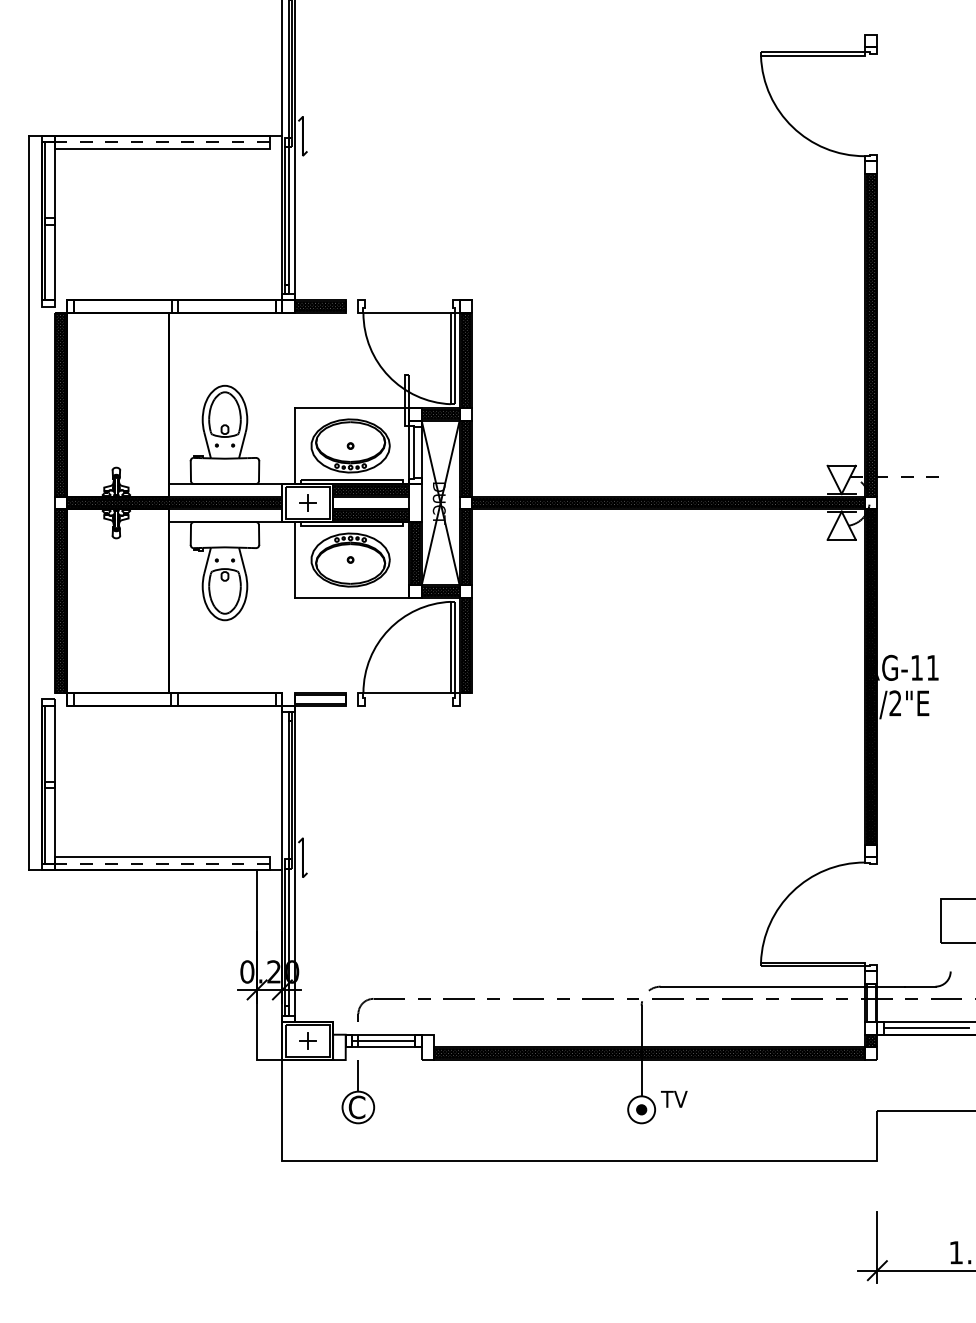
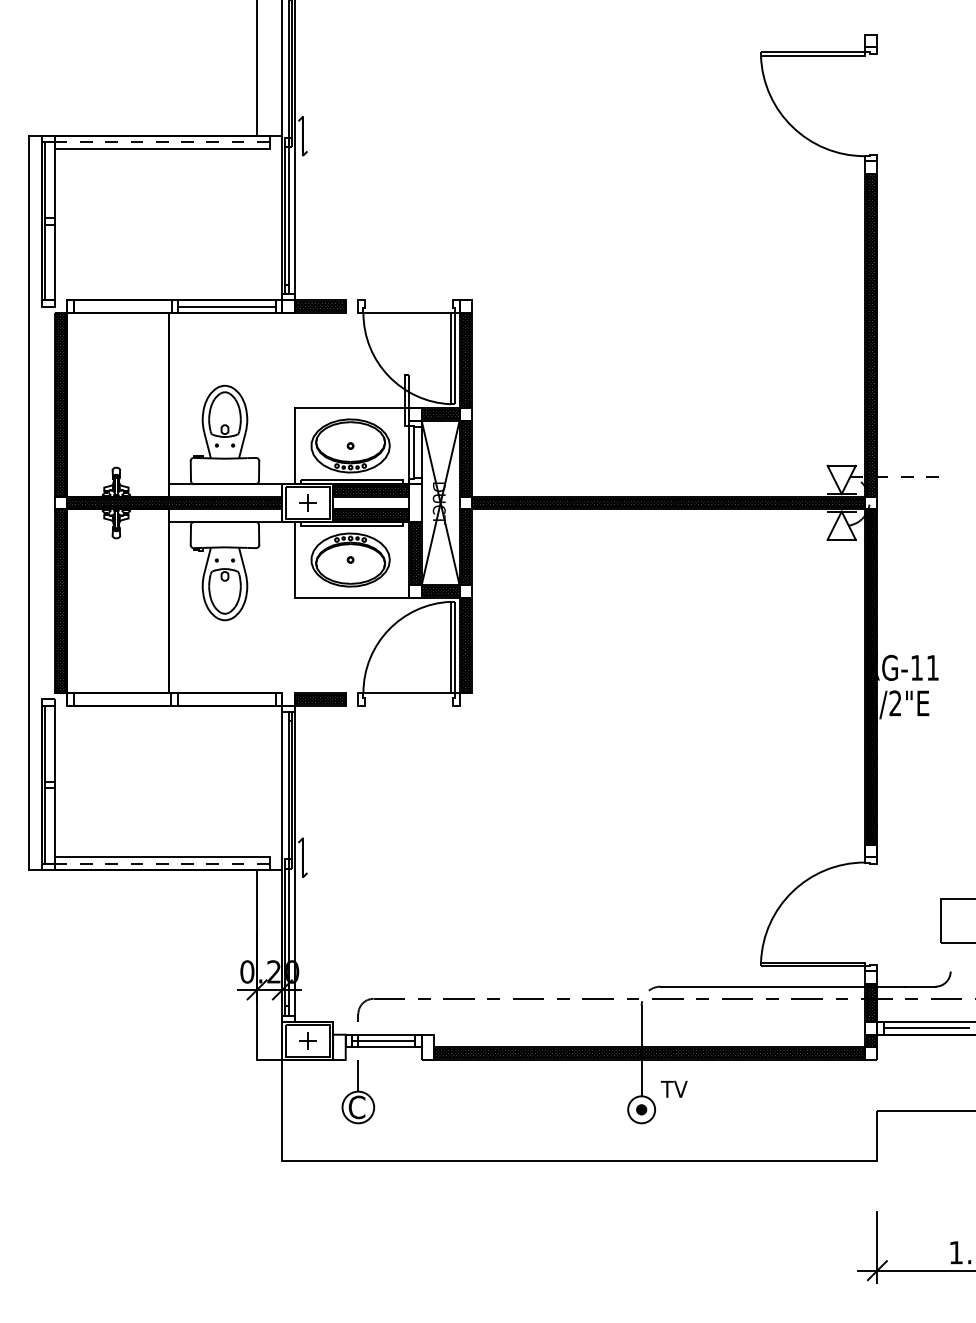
line at (257, 68): none -> present
line at (227, 306): none -> present
hatch at (320, 698): none -> present
hatch at (870, 1003): none -> present
text at (674, 1099) position: (674, 1099) -> (674, 1089)
